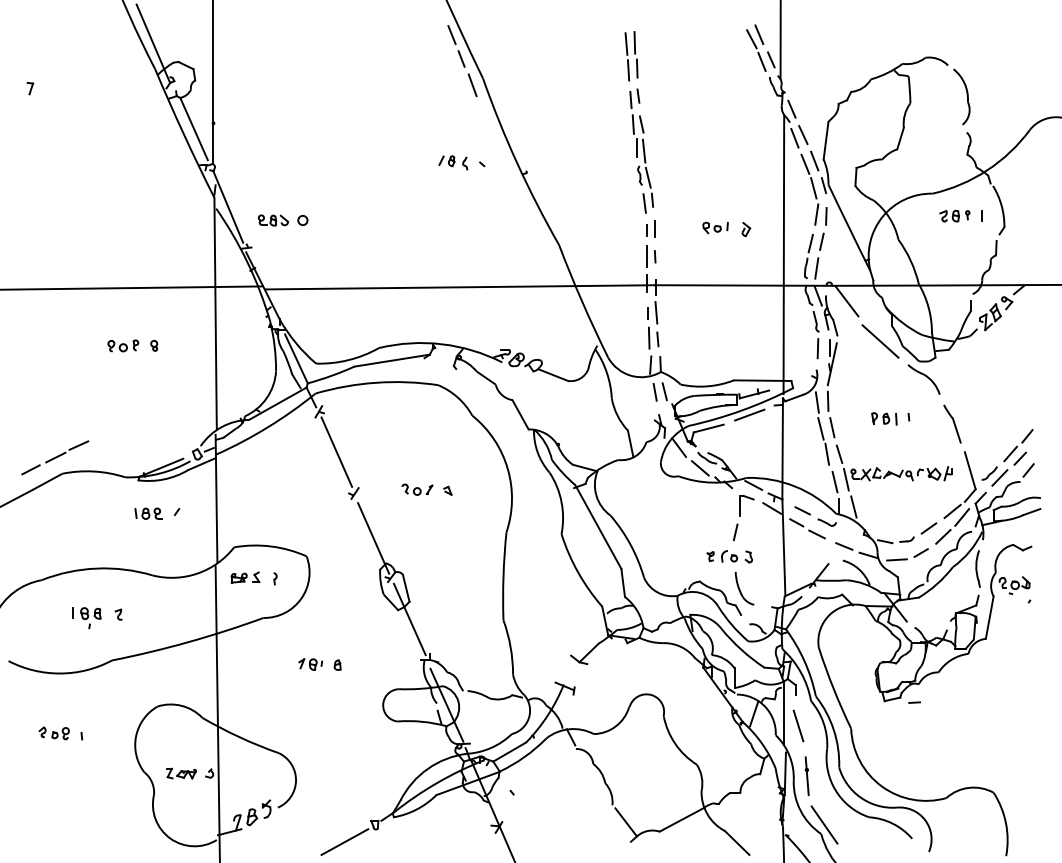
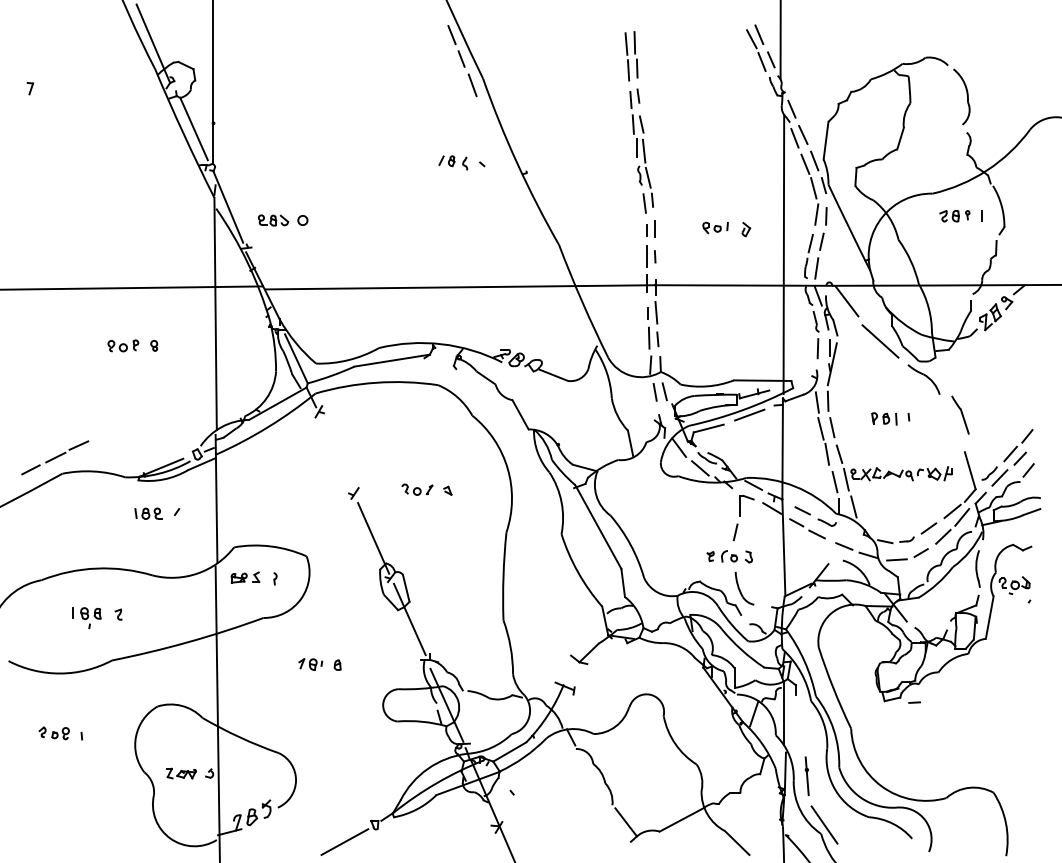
part at (952, 423) position: (952, 423) -> (960, 414)
line at (336, 451): present -> none
line at (798, 725): present -> none
